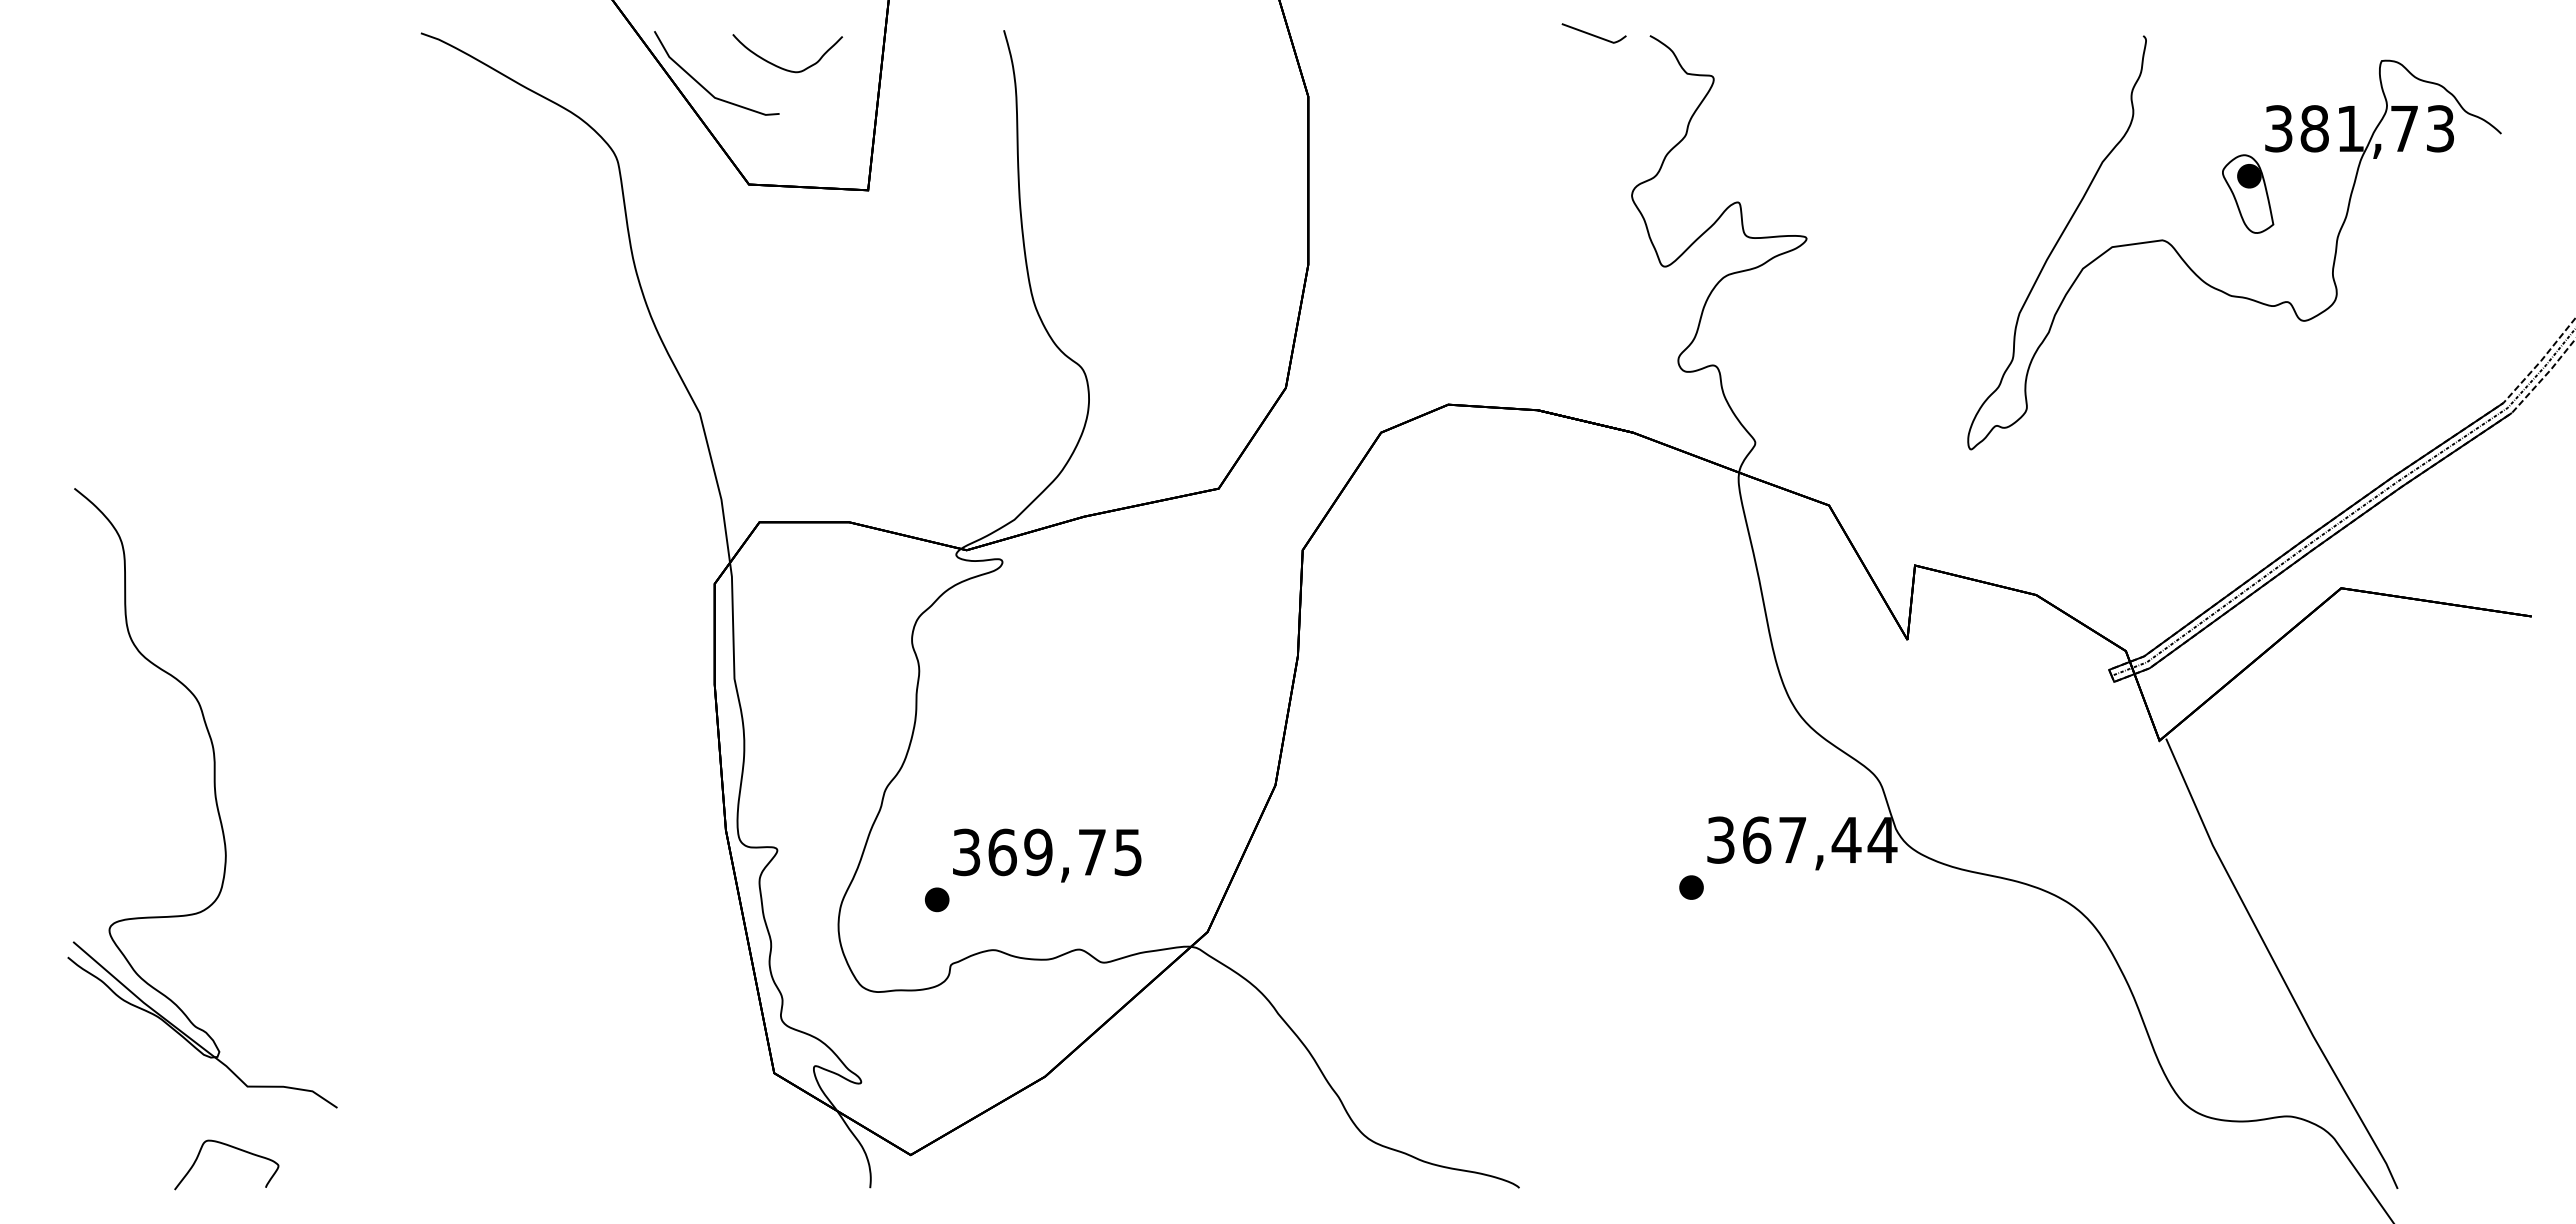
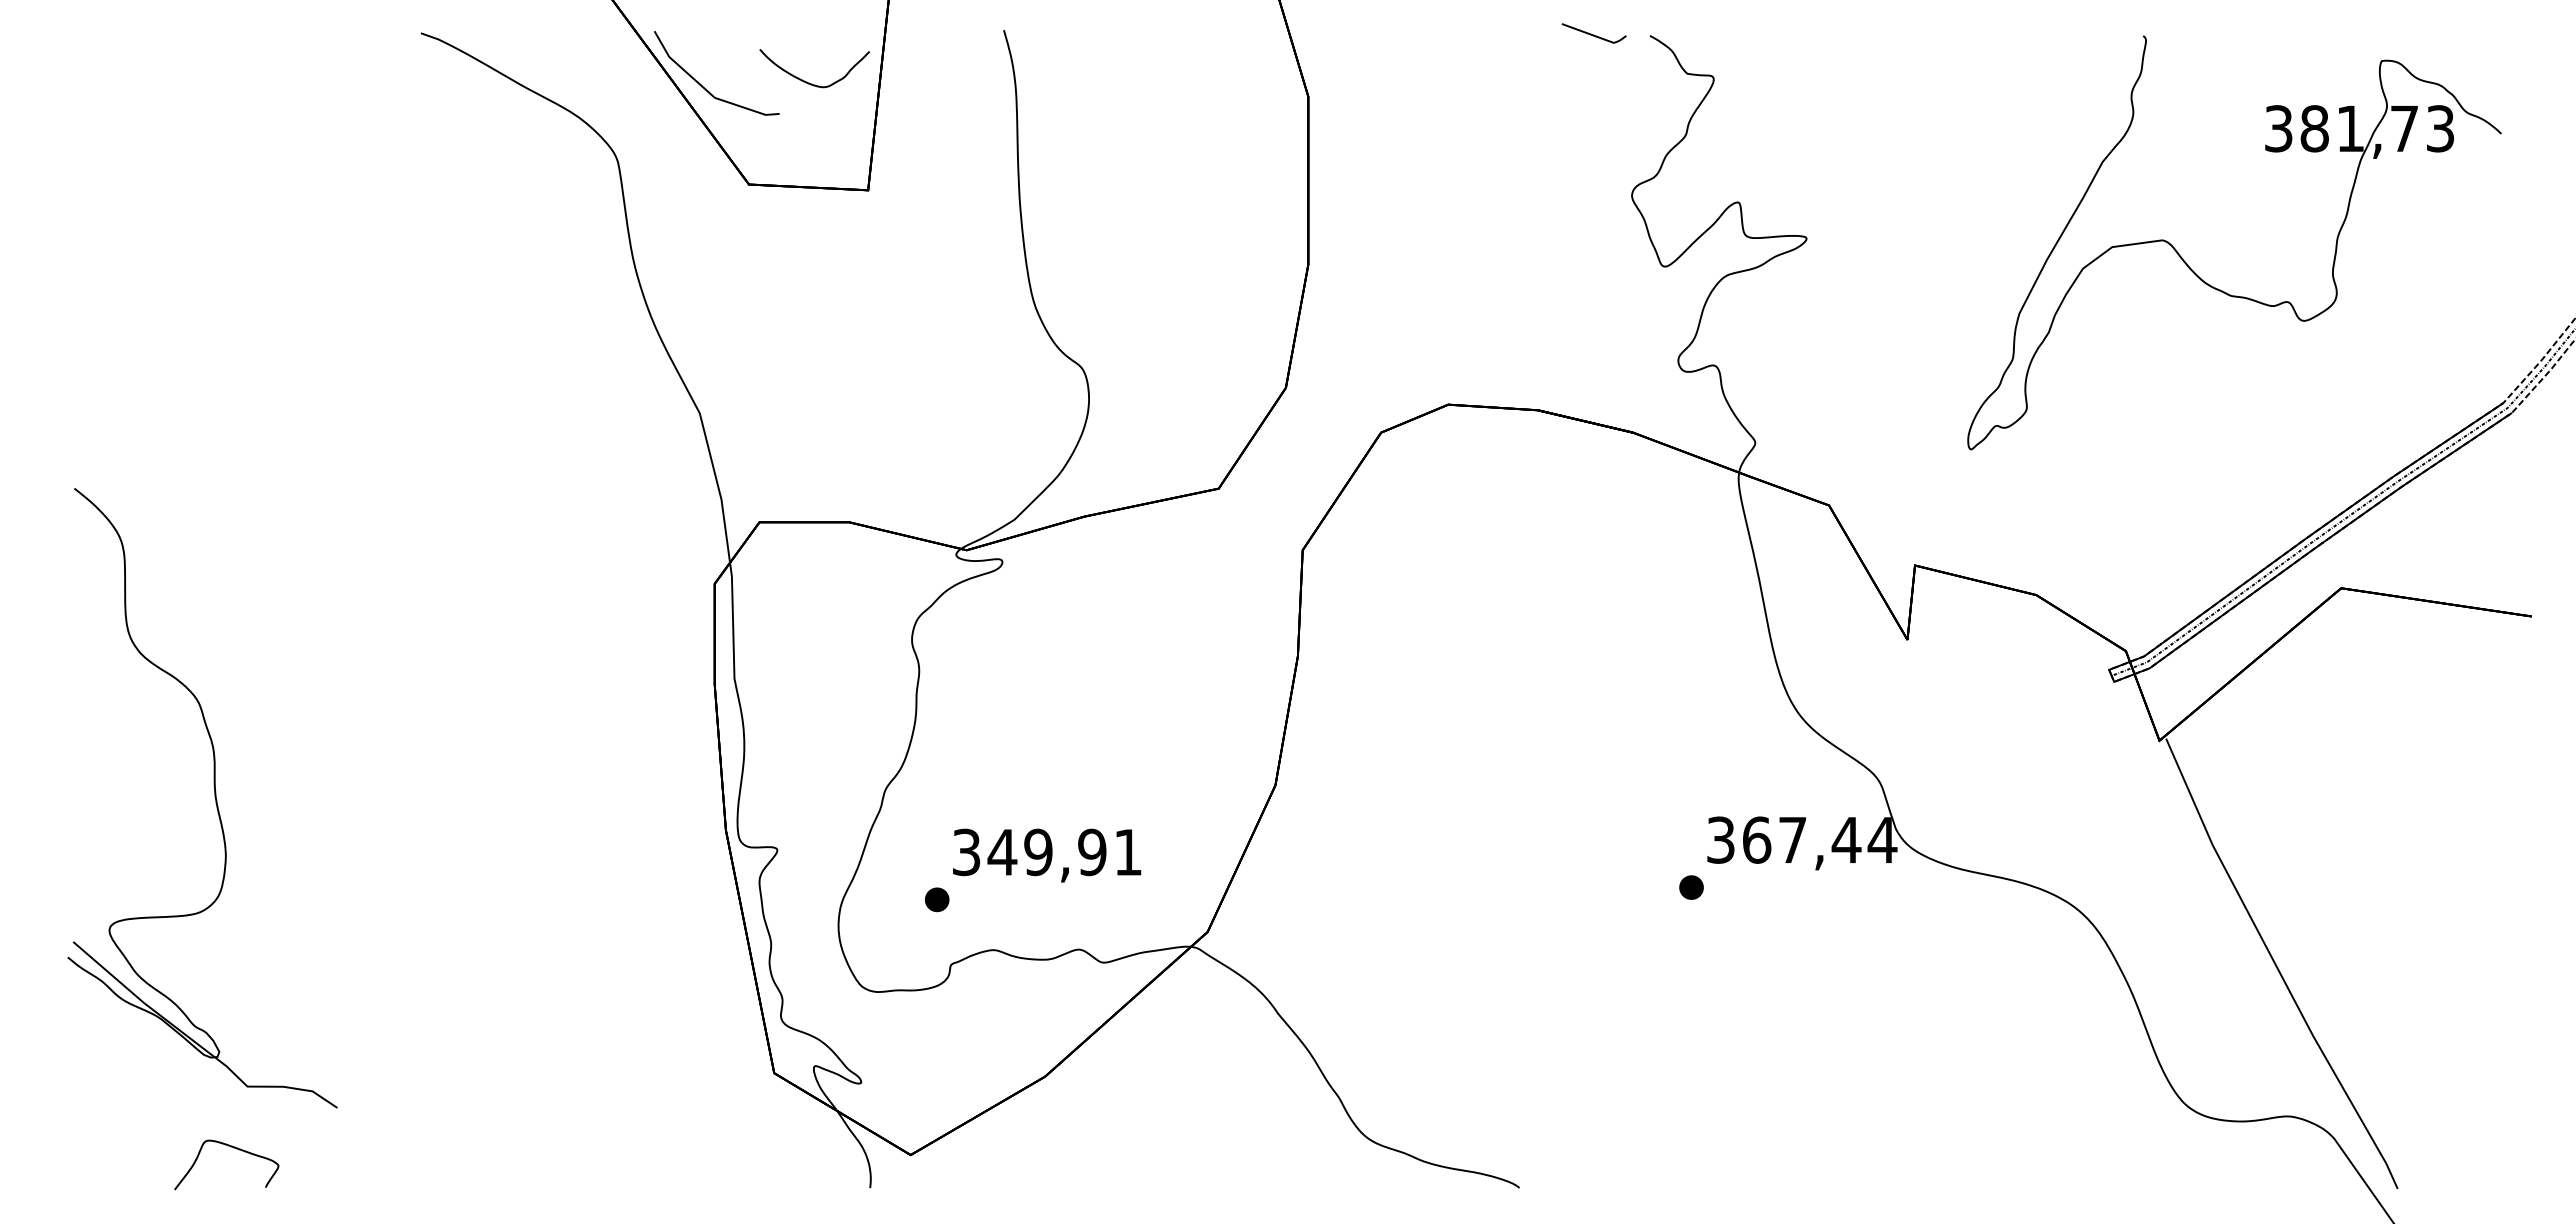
curve at (782, 67) position: (782, 67) -> (809, 82)
part at (2248, 193): present -> none
text at (1064, 852): 369,75 -> 349,91
